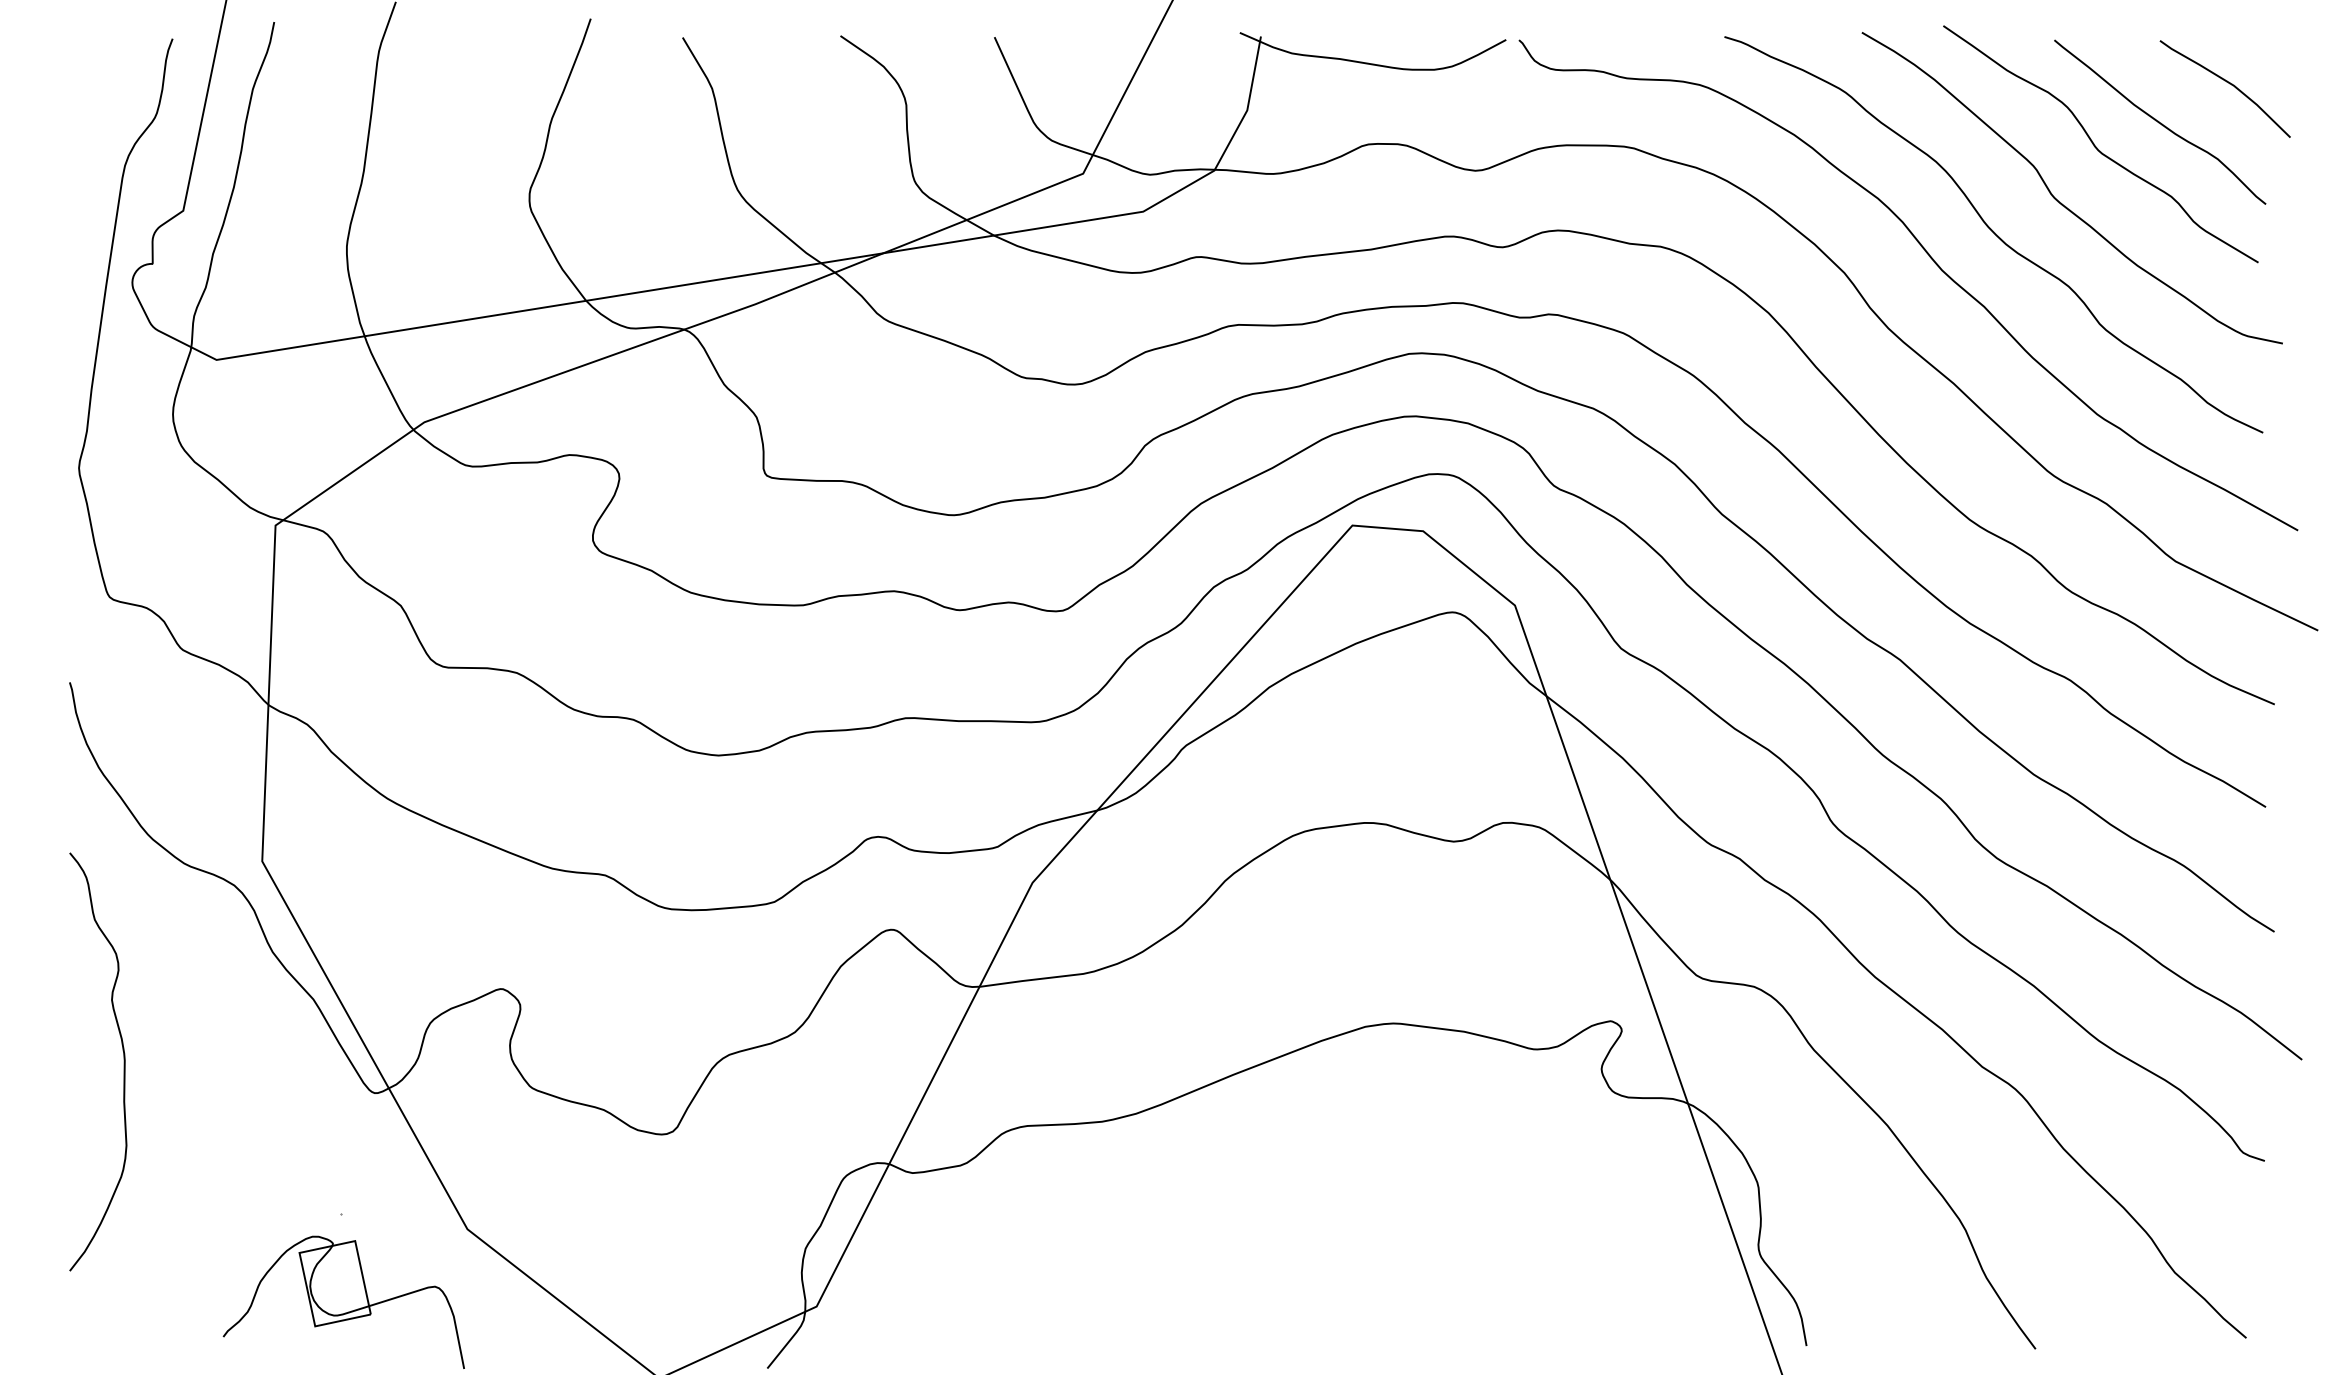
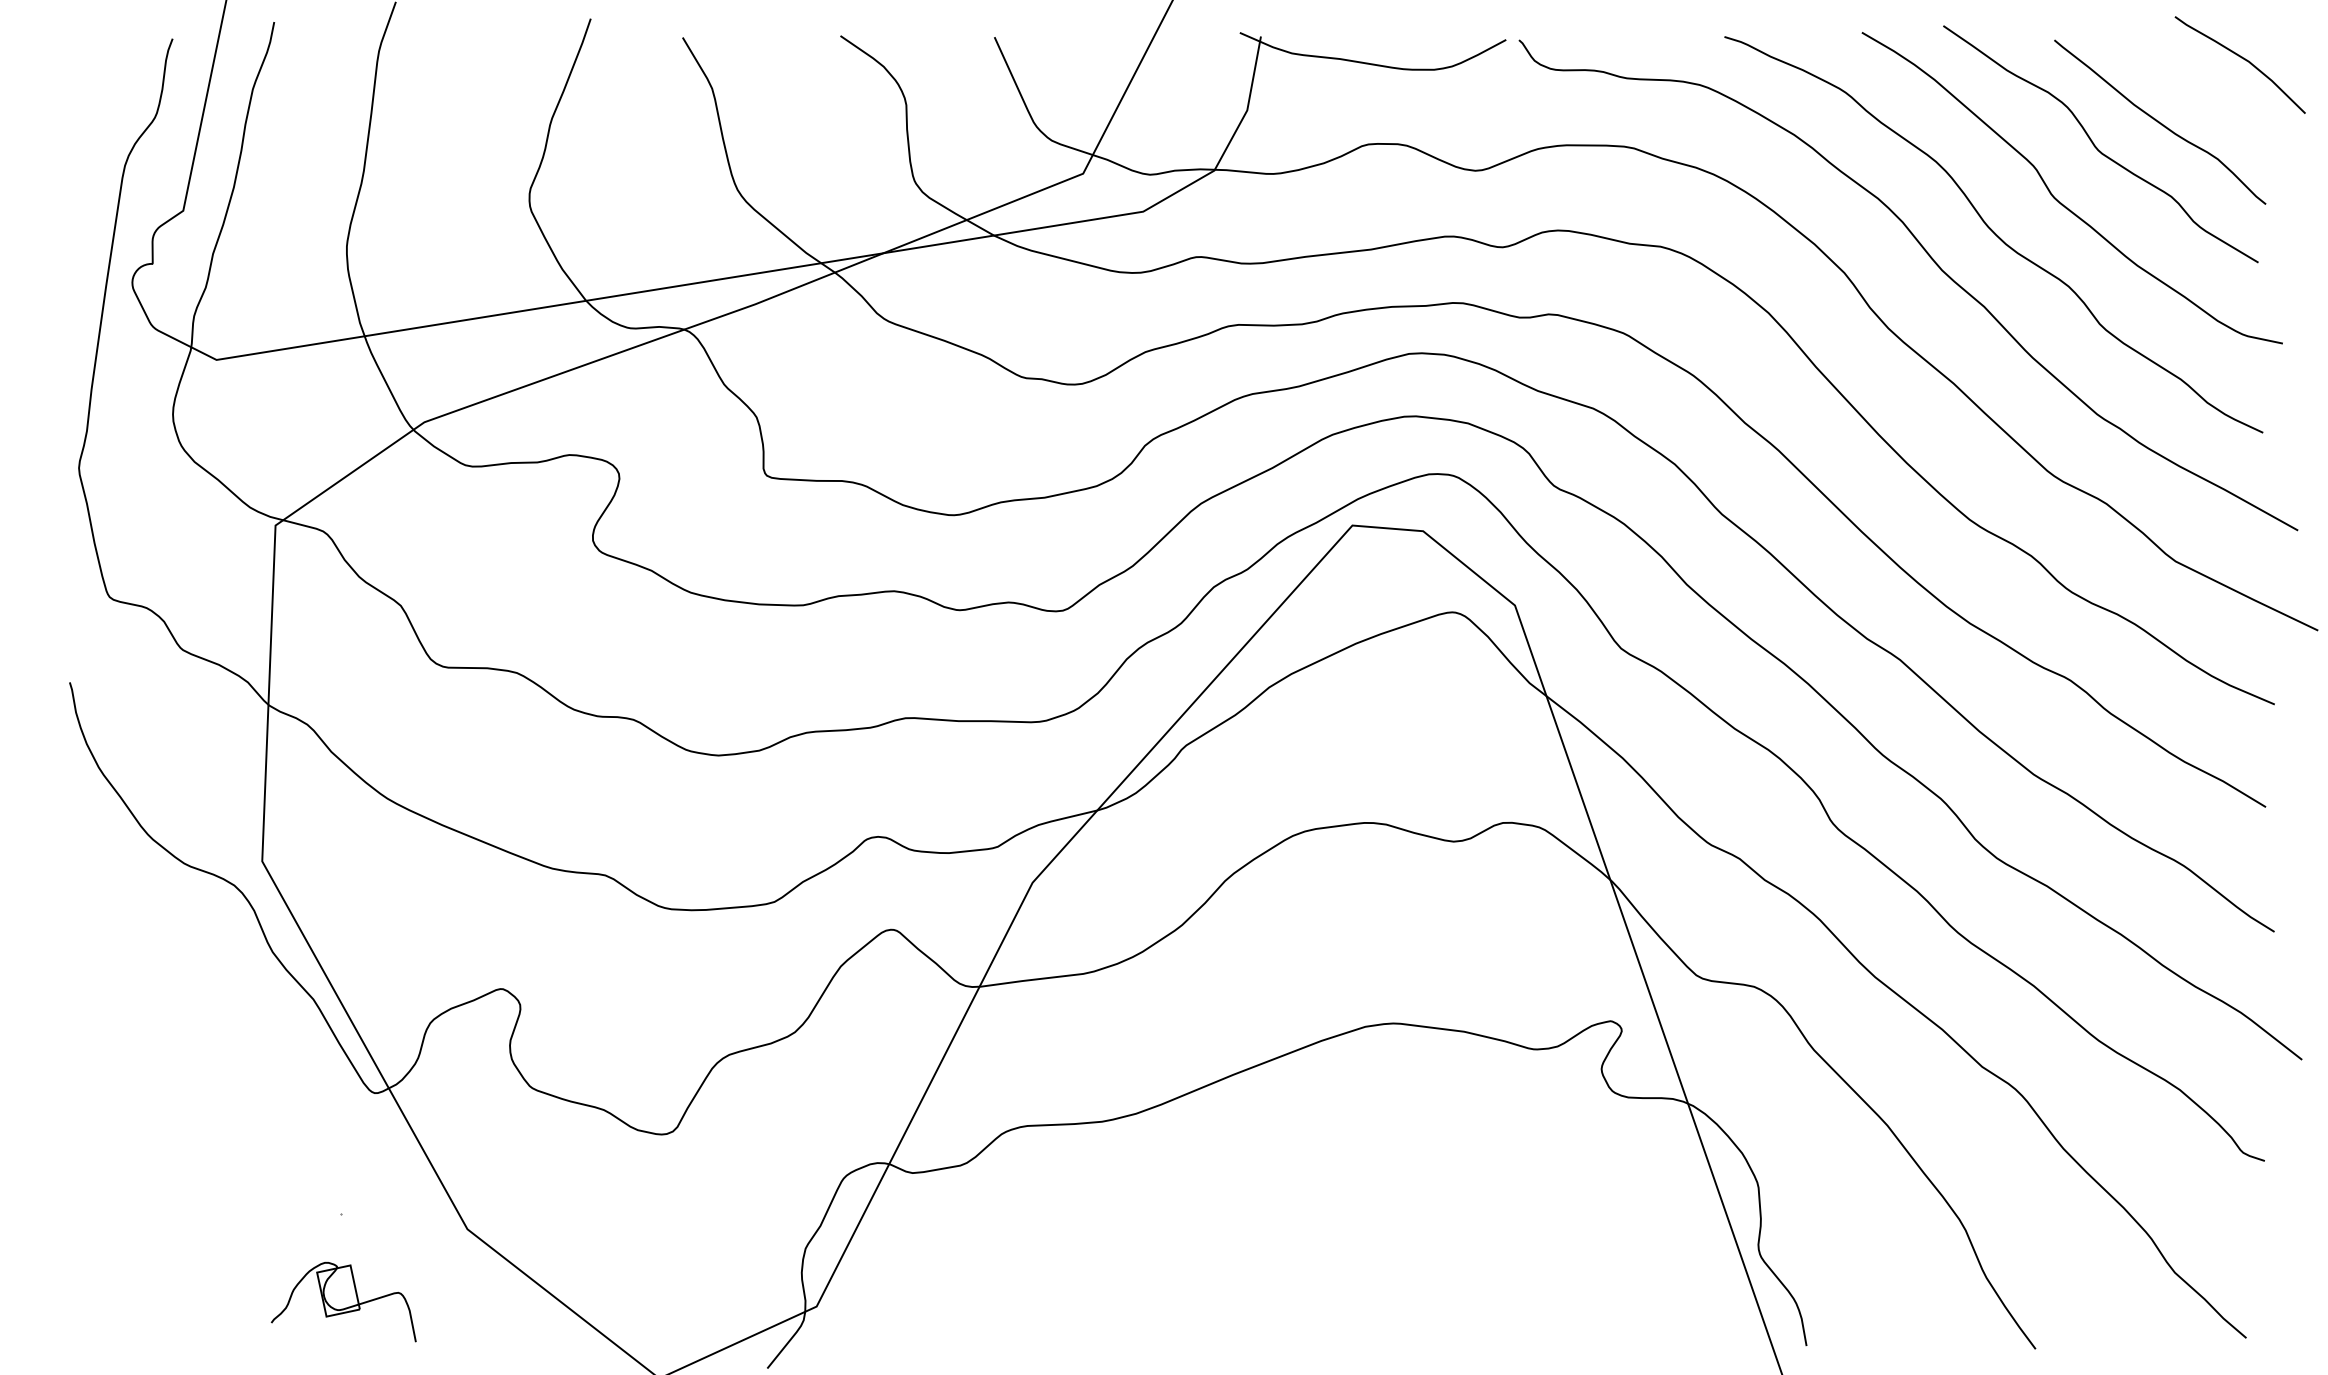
curve at (2226, 82) position: (2226, 82) -> (2241, 58)
curve at (123, 1061): present -> none
part at (343, 1301) size: 243x134 px -> 147x82 px
